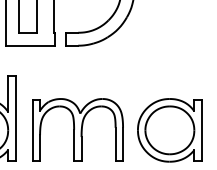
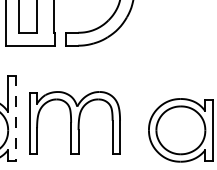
line at (15, 118): solid -> dashed
part at (77, 129) position: (77, 129) -> (74, 122)
part at (169, 130) position: (169, 130) -> (180, 130)
